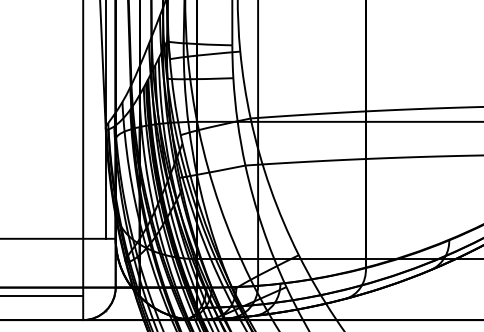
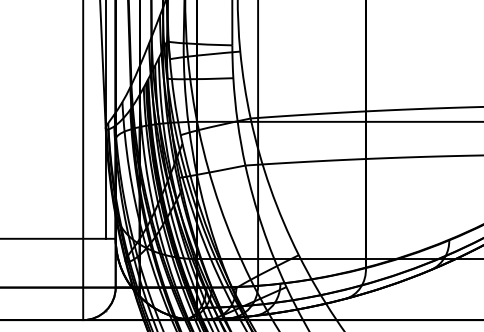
line at (42, 296): present -> none
